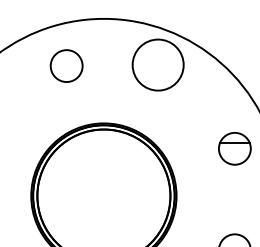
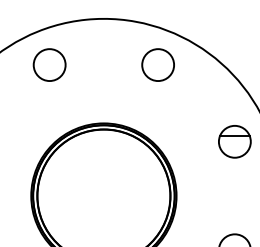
circle at (157, 64) diameter: 51 px -> 32 px
circle at (66, 65) position: (66, 65) -> (49, 64)
part at (234, 148) position: (234, 148) -> (234, 141)
